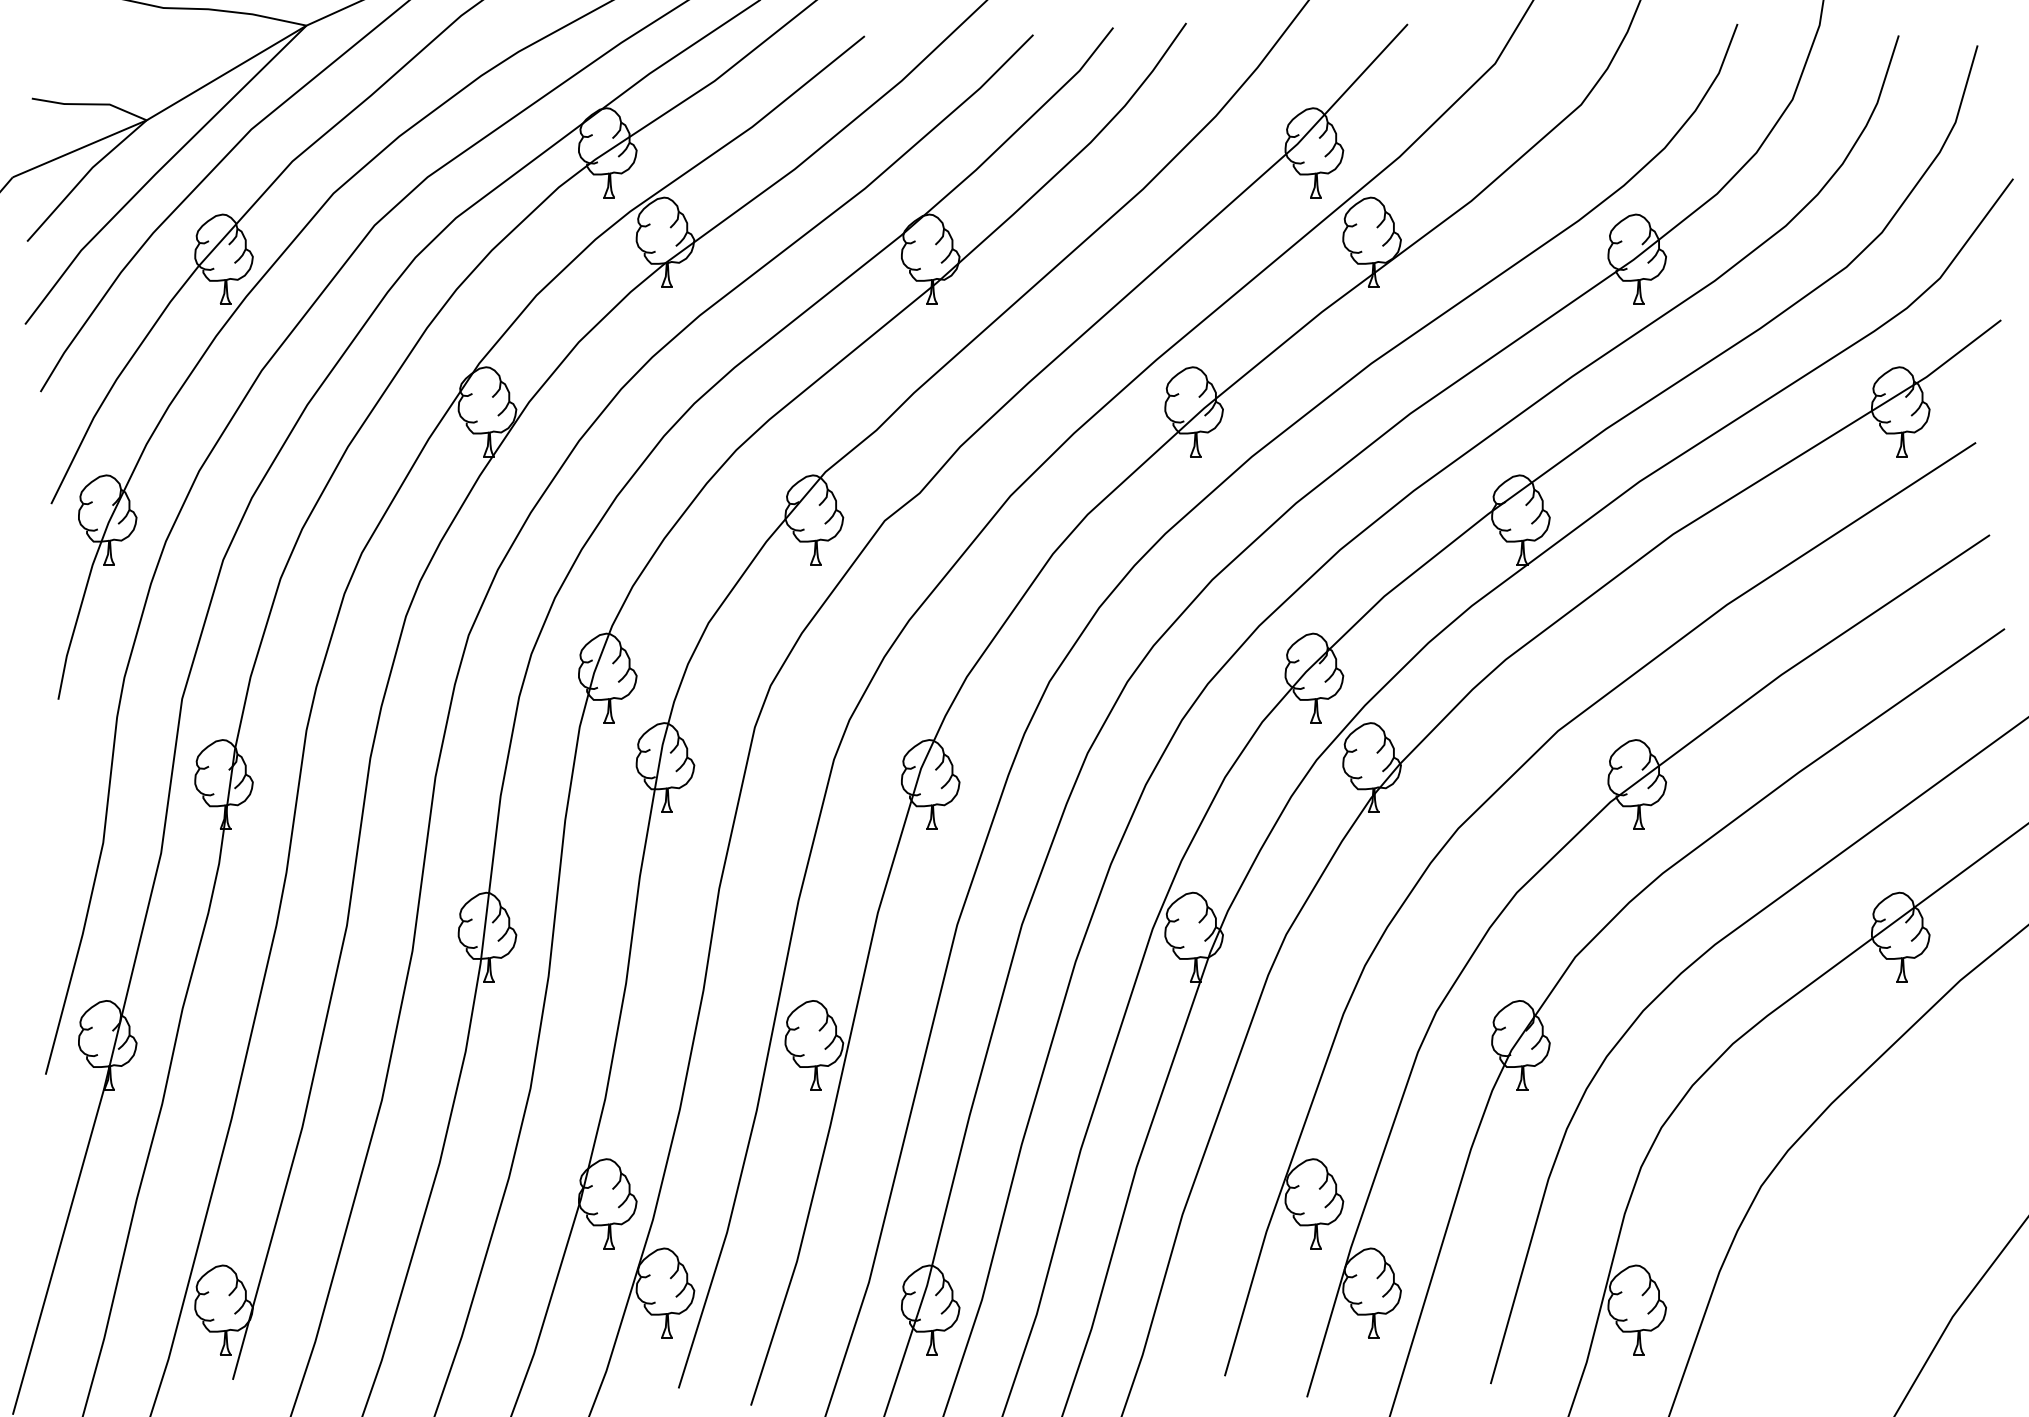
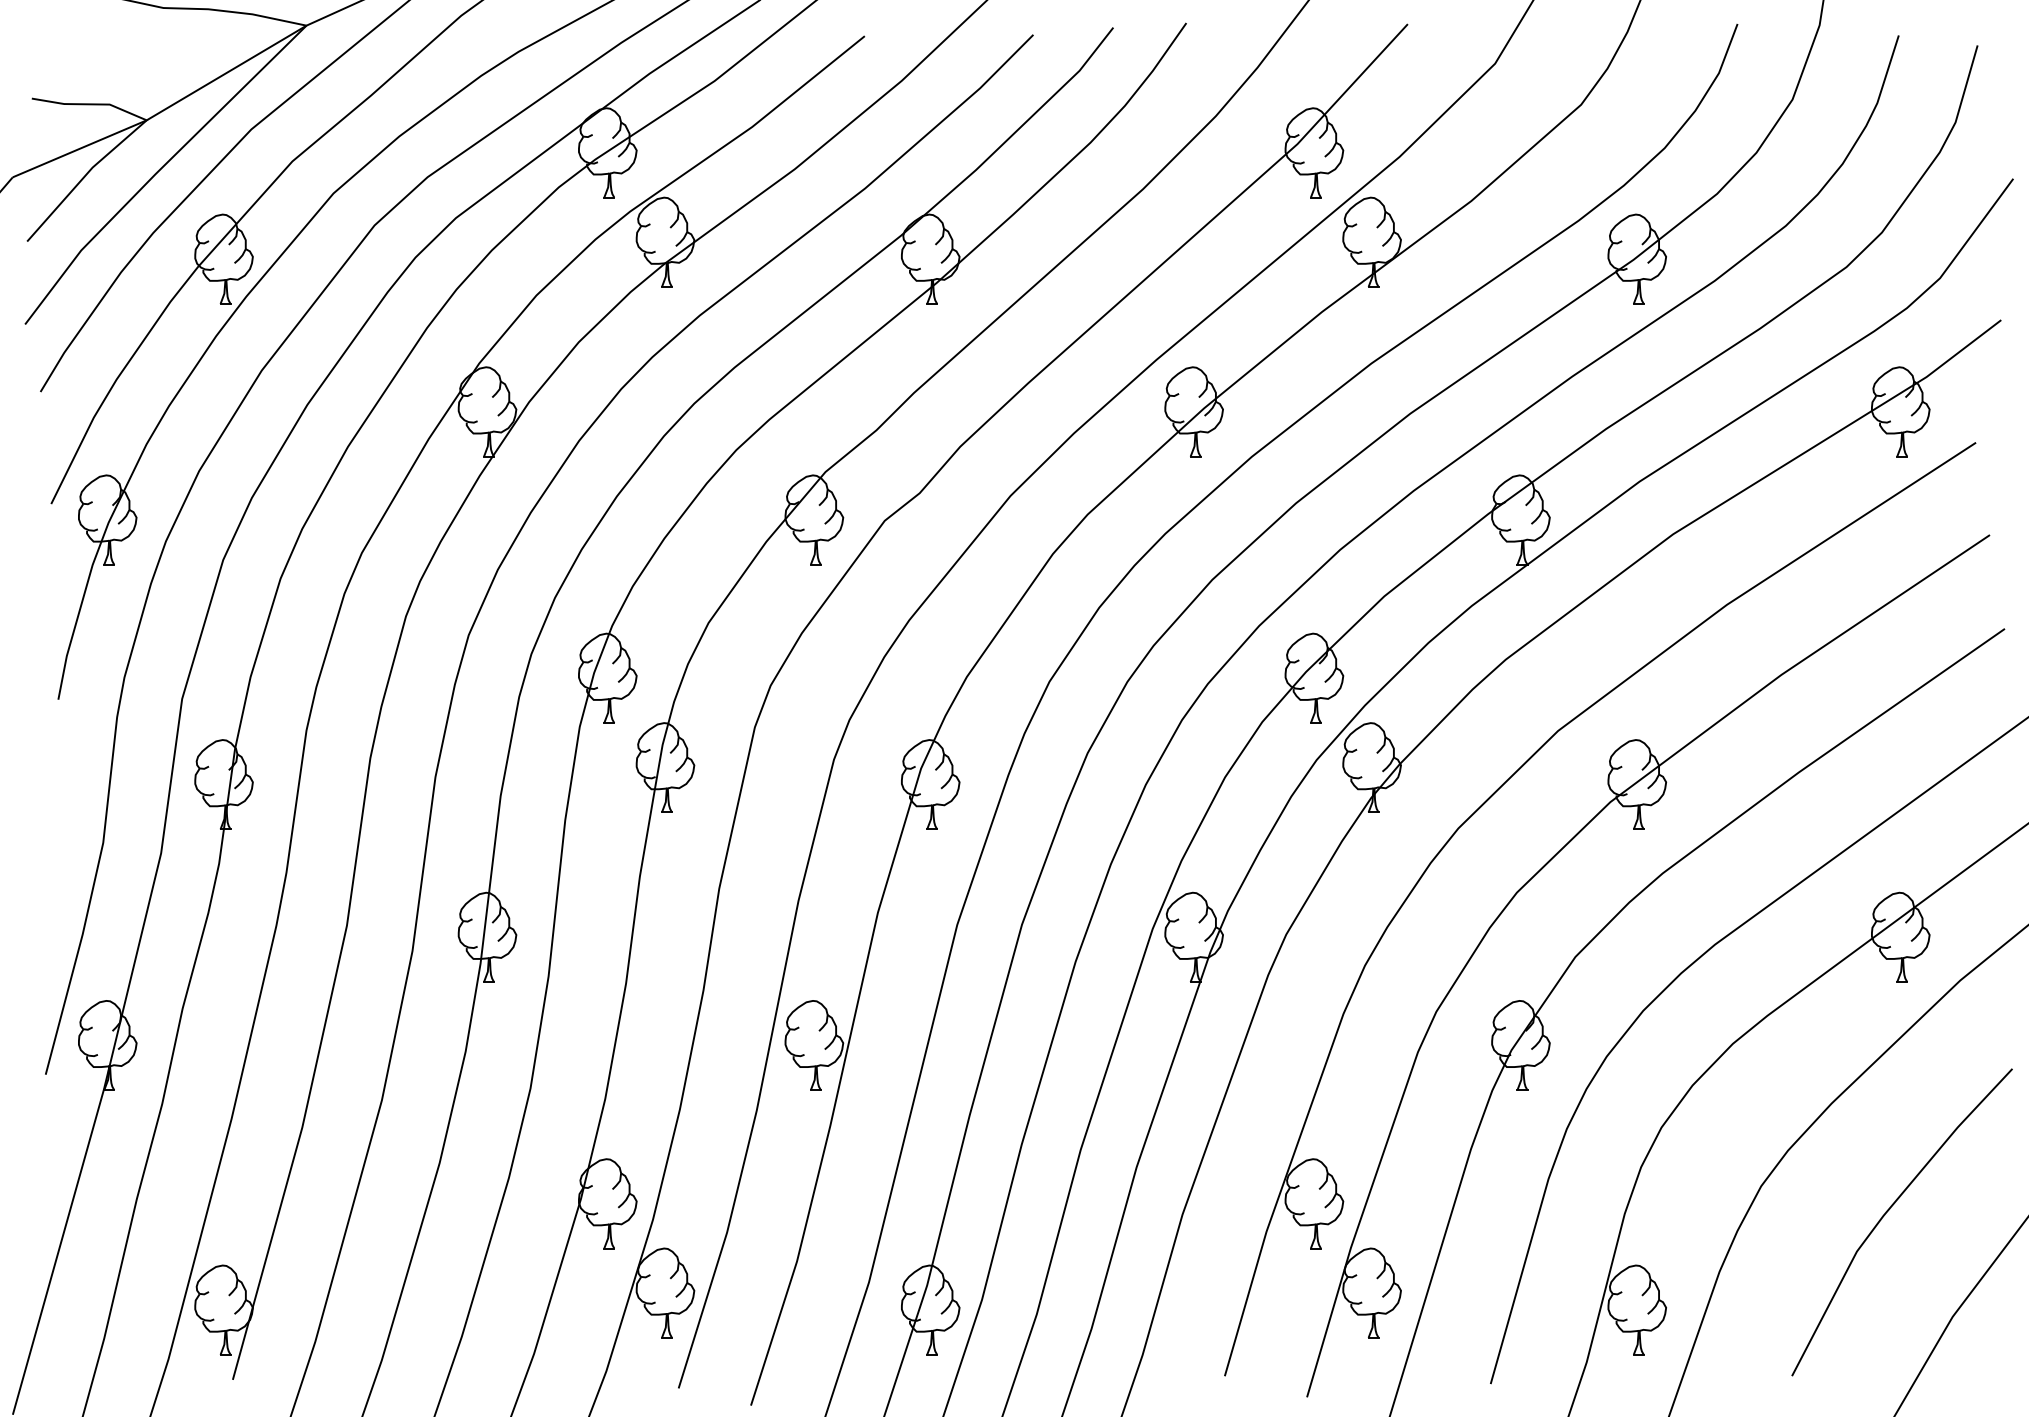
line at (1889, 1210): none -> present
